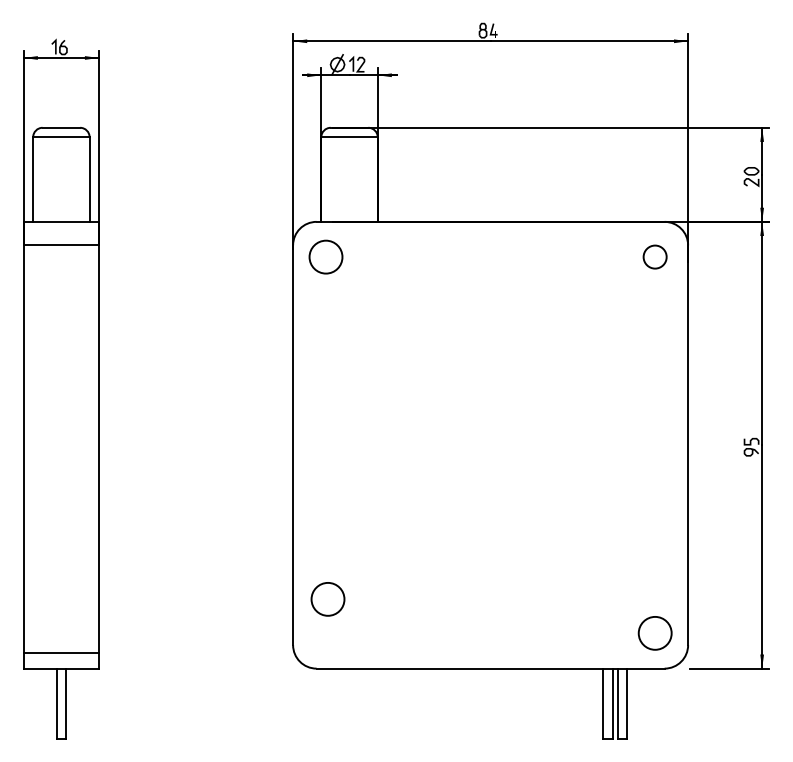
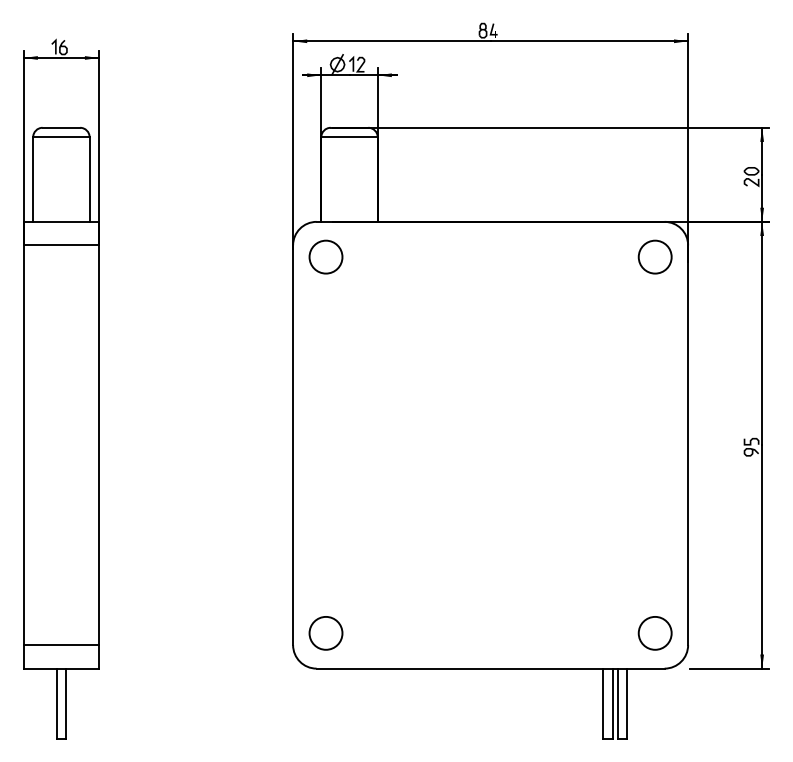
circle at (654, 256) size: 26x26 px -> 36x36 px
circle at (327, 599) position: (327, 599) -> (325, 633)
line at (61, 653) position: (61, 653) -> (61, 645)
